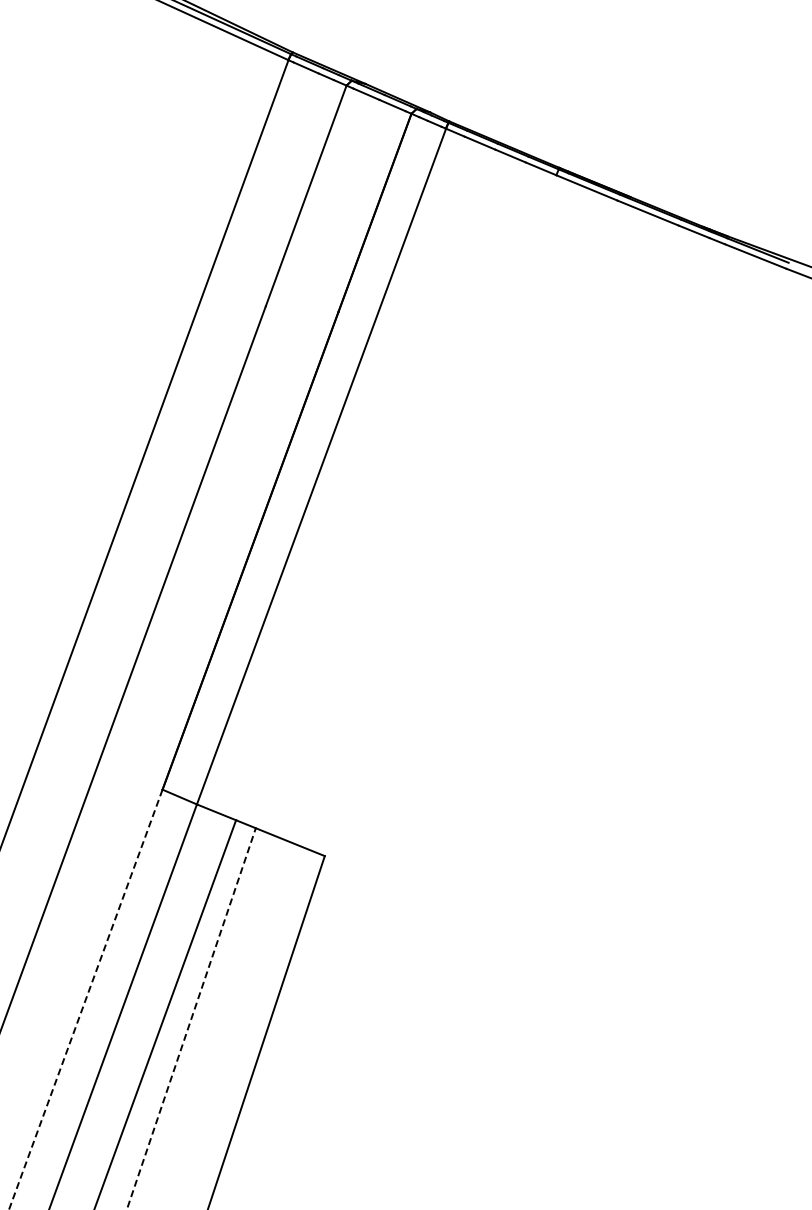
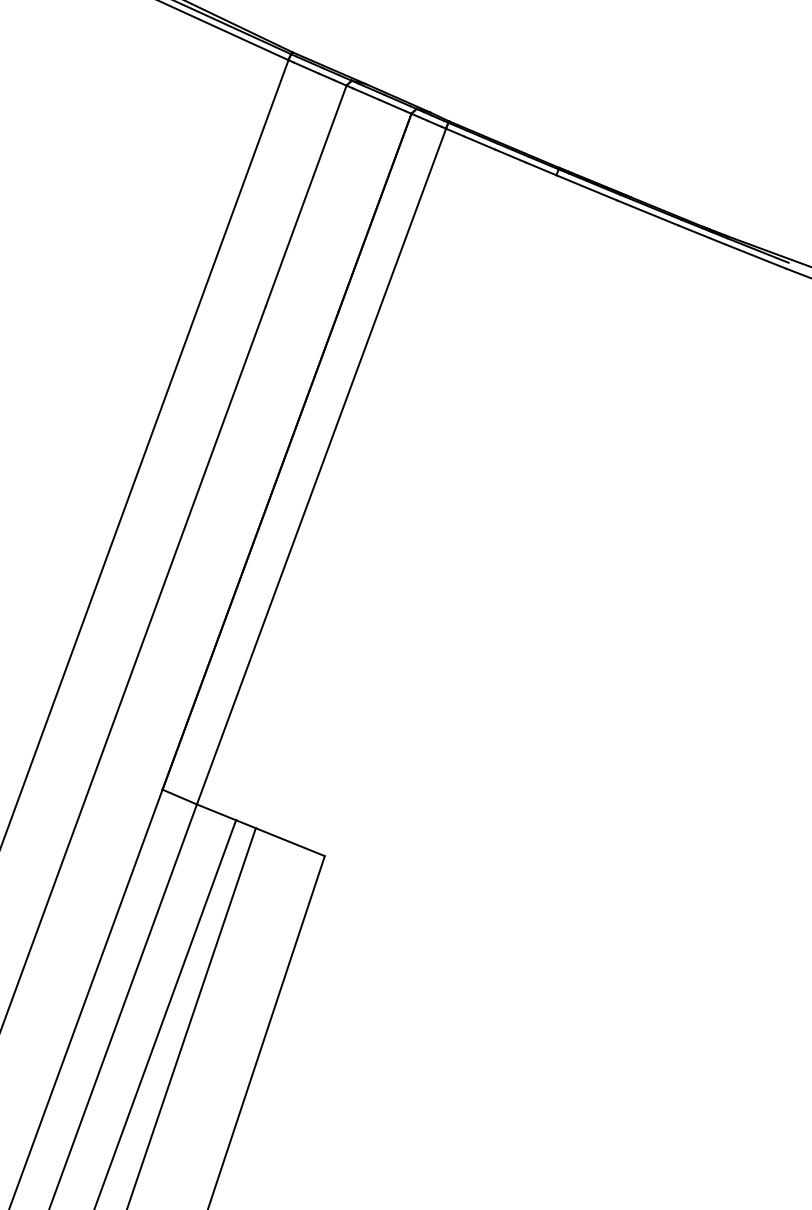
line at (85, 1000): dashed -> solid
line at (191, 1018): dashed -> solid
